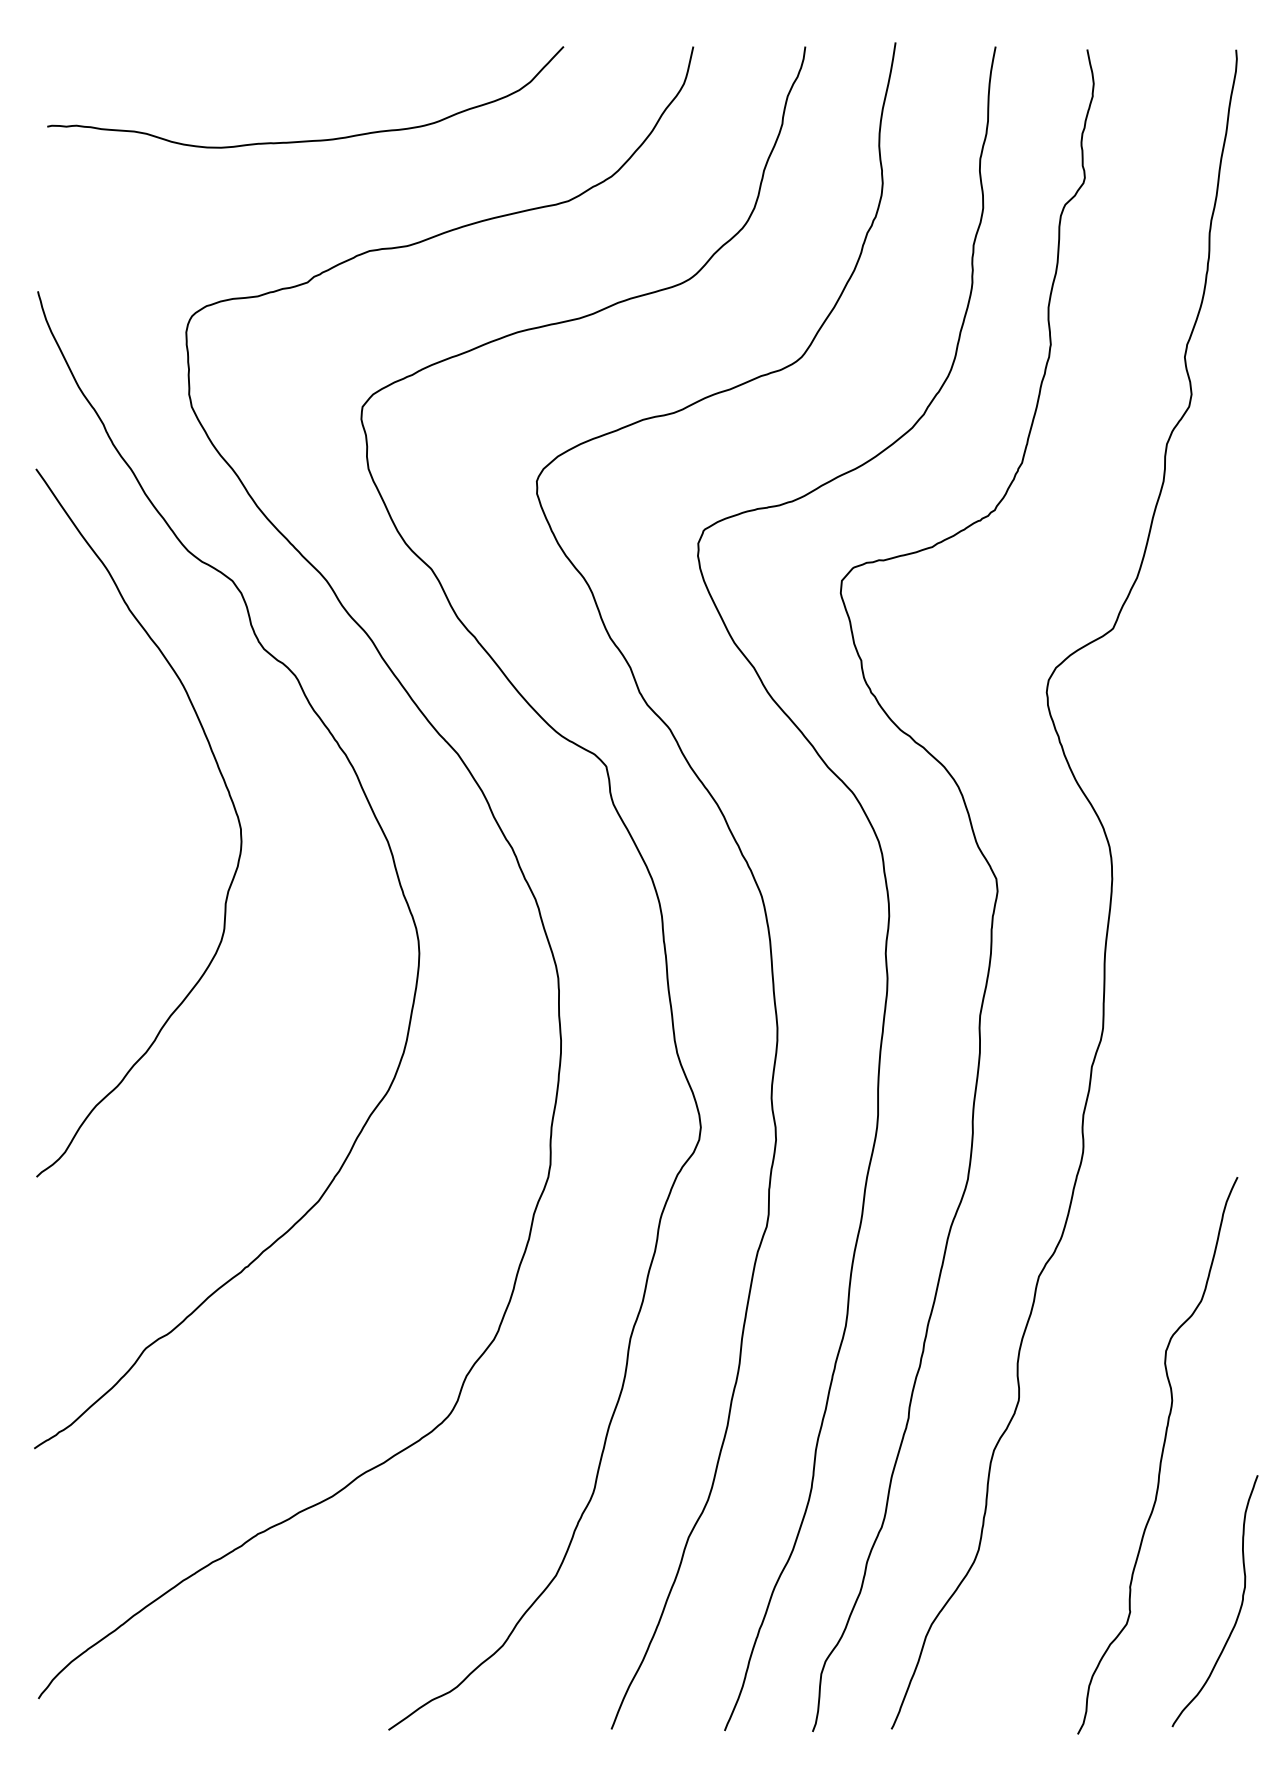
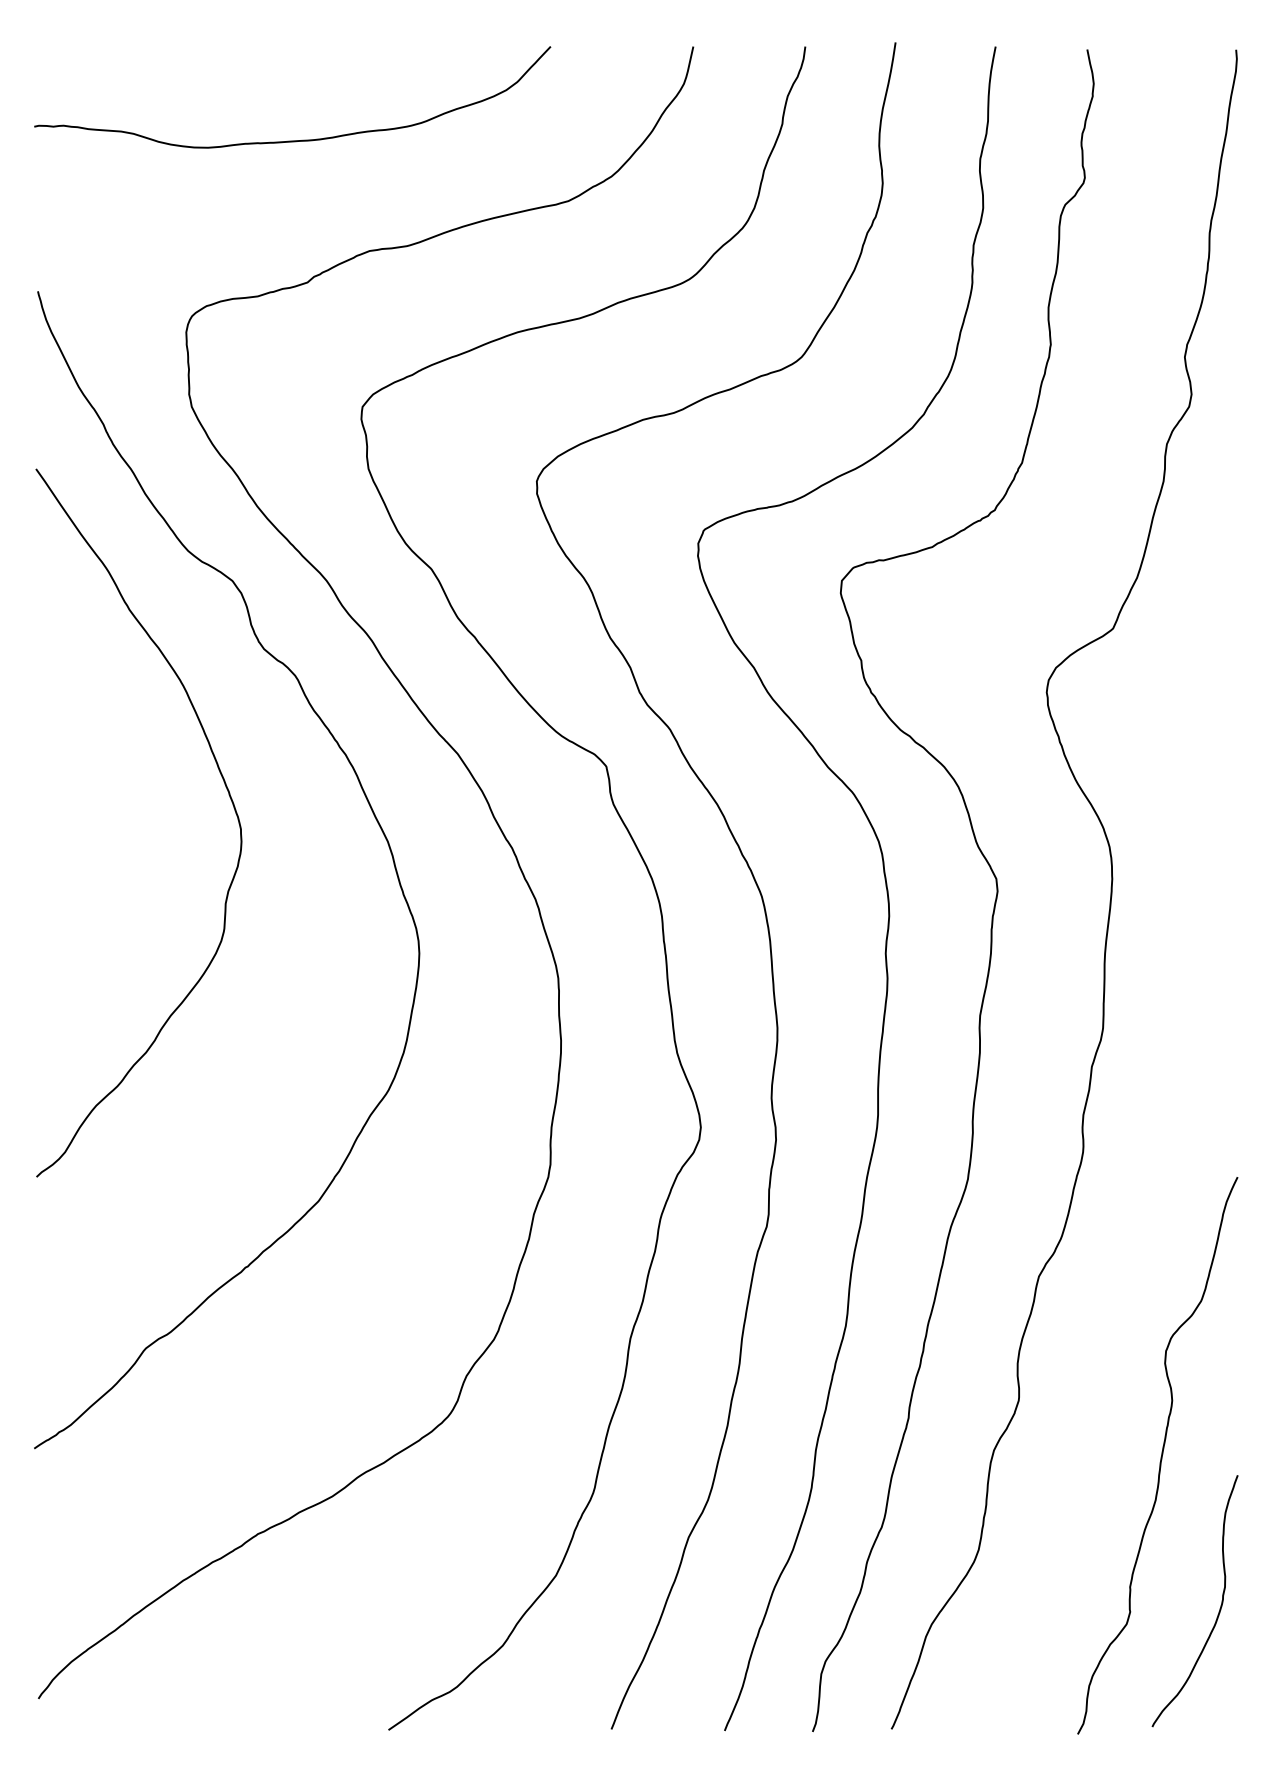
curve at (305, 140) position: (305, 140) -> (292, 140)
curve at (1239, 1608) position: (1239, 1608) -> (1219, 1608)
